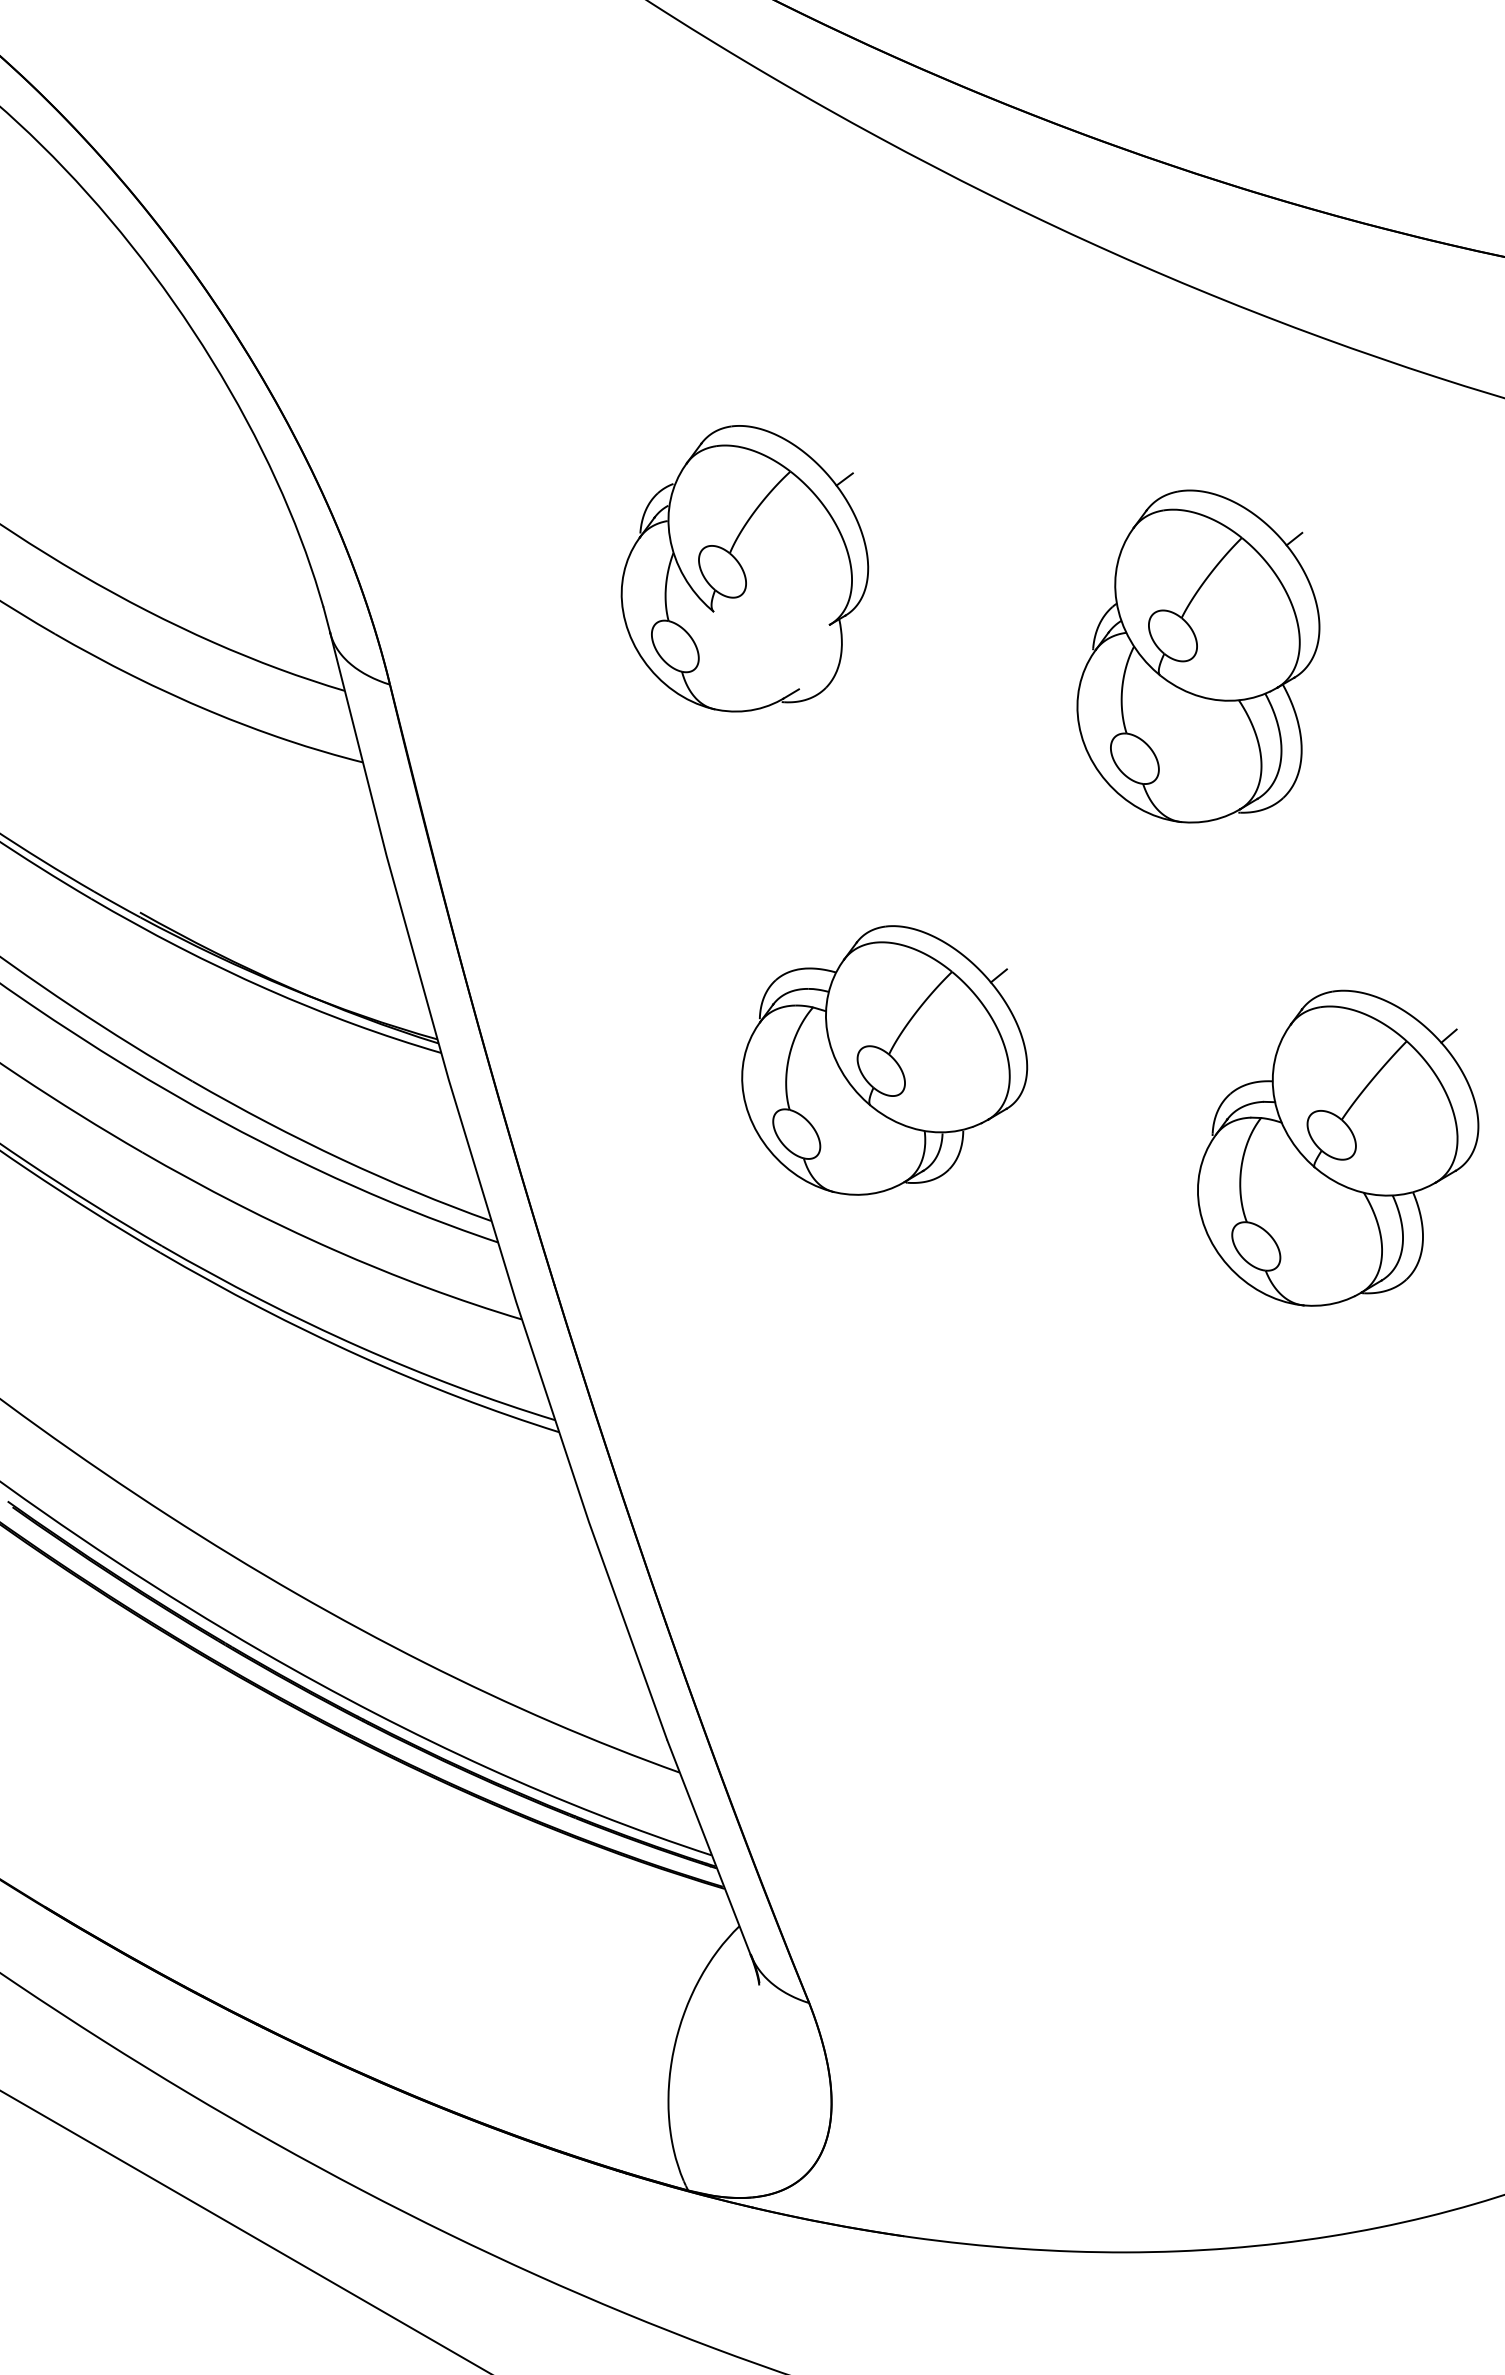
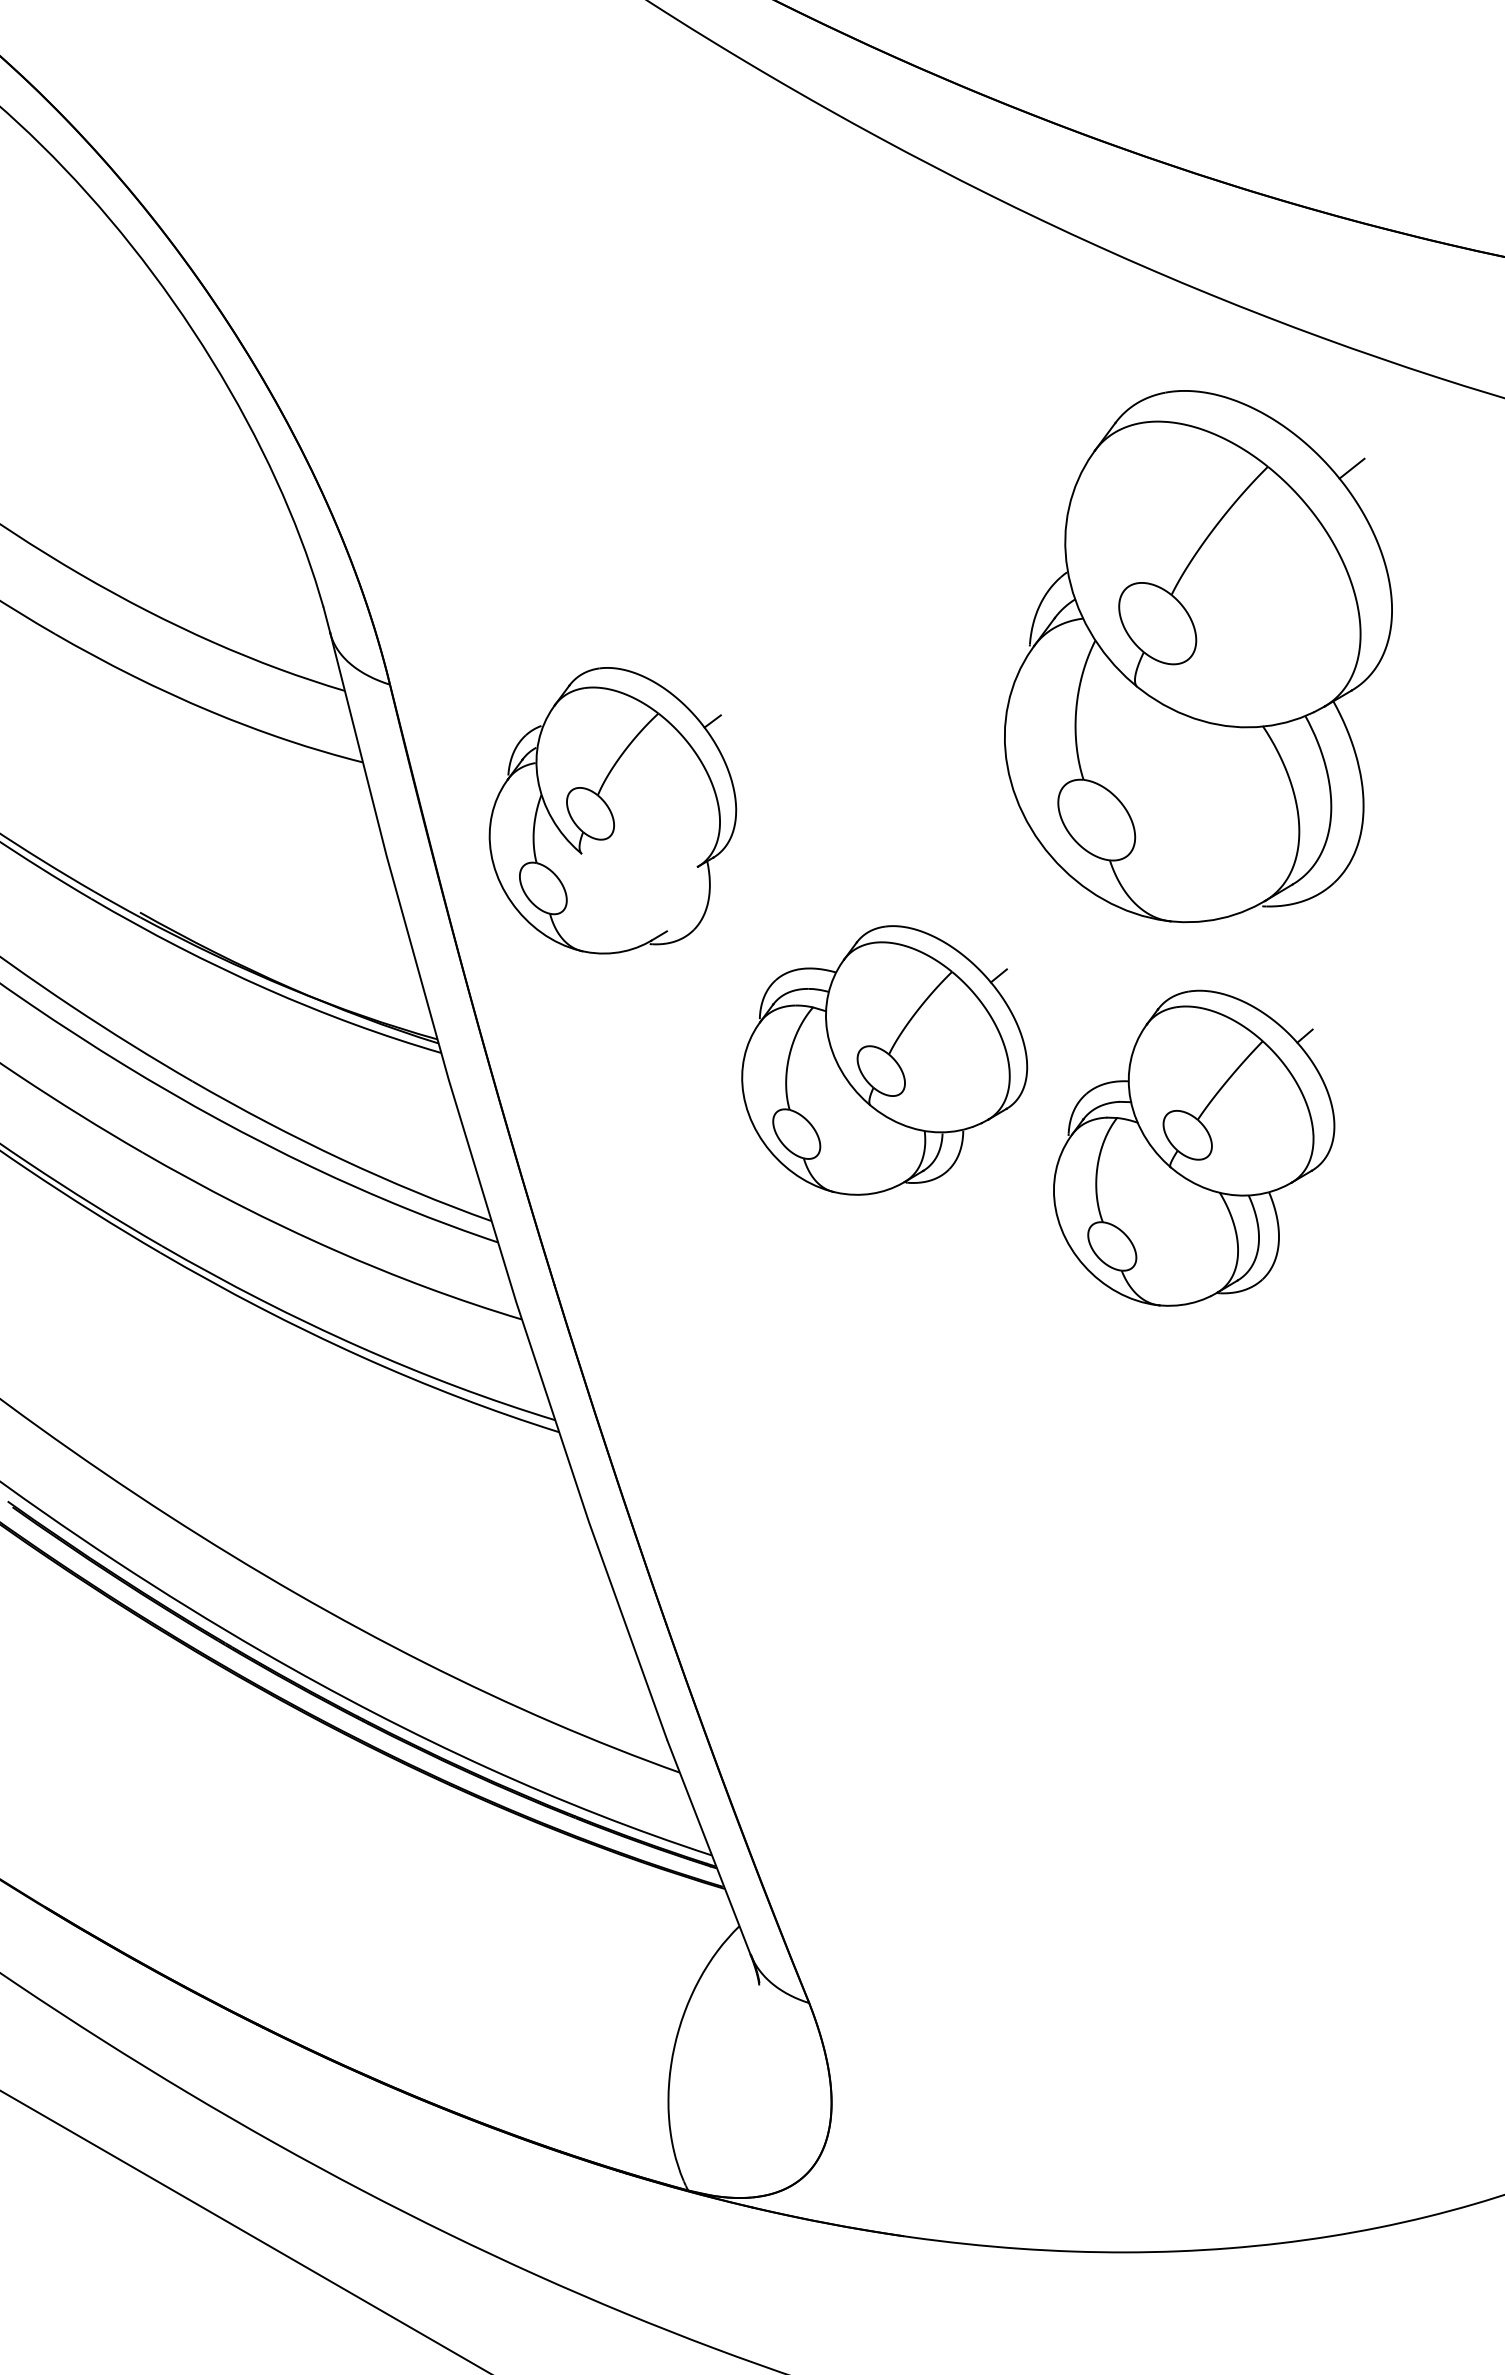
part at (744, 568) position: (744, 568) -> (612, 810)
part at (1198, 656) size: 245x335 px -> 389x534 px
part at (1338, 1147) position: (1338, 1147) -> (1194, 1147)
